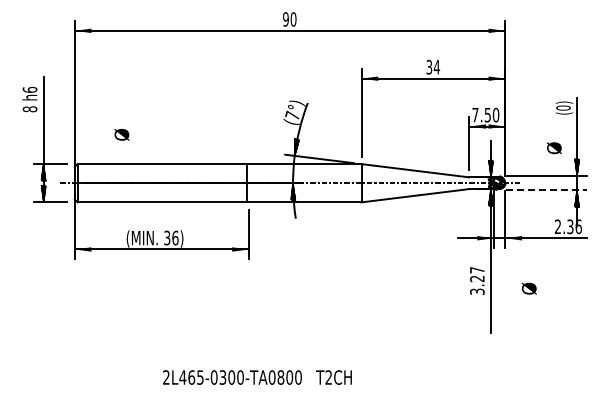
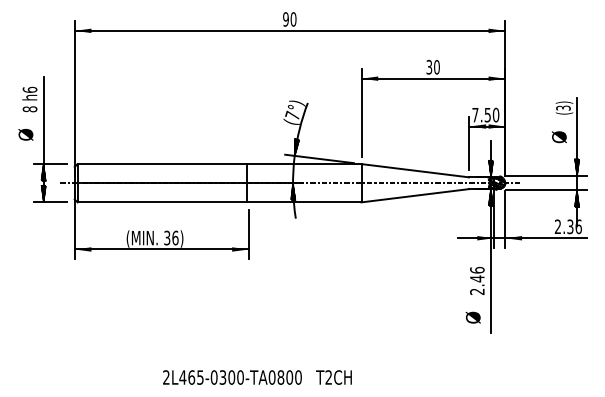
text at (436, 67): 34 -> 30
text at (563, 107): (0) -> (3)
text at (121, 134) position: (121, 134) -> (25, 134)
text at (554, 148) position: (554, 148) -> (559, 137)
line at (546, 190): dashed -> solid
text at (477, 280): 3.27 -> 2.46
text at (528, 288) position: (528, 288) -> (472, 317)
